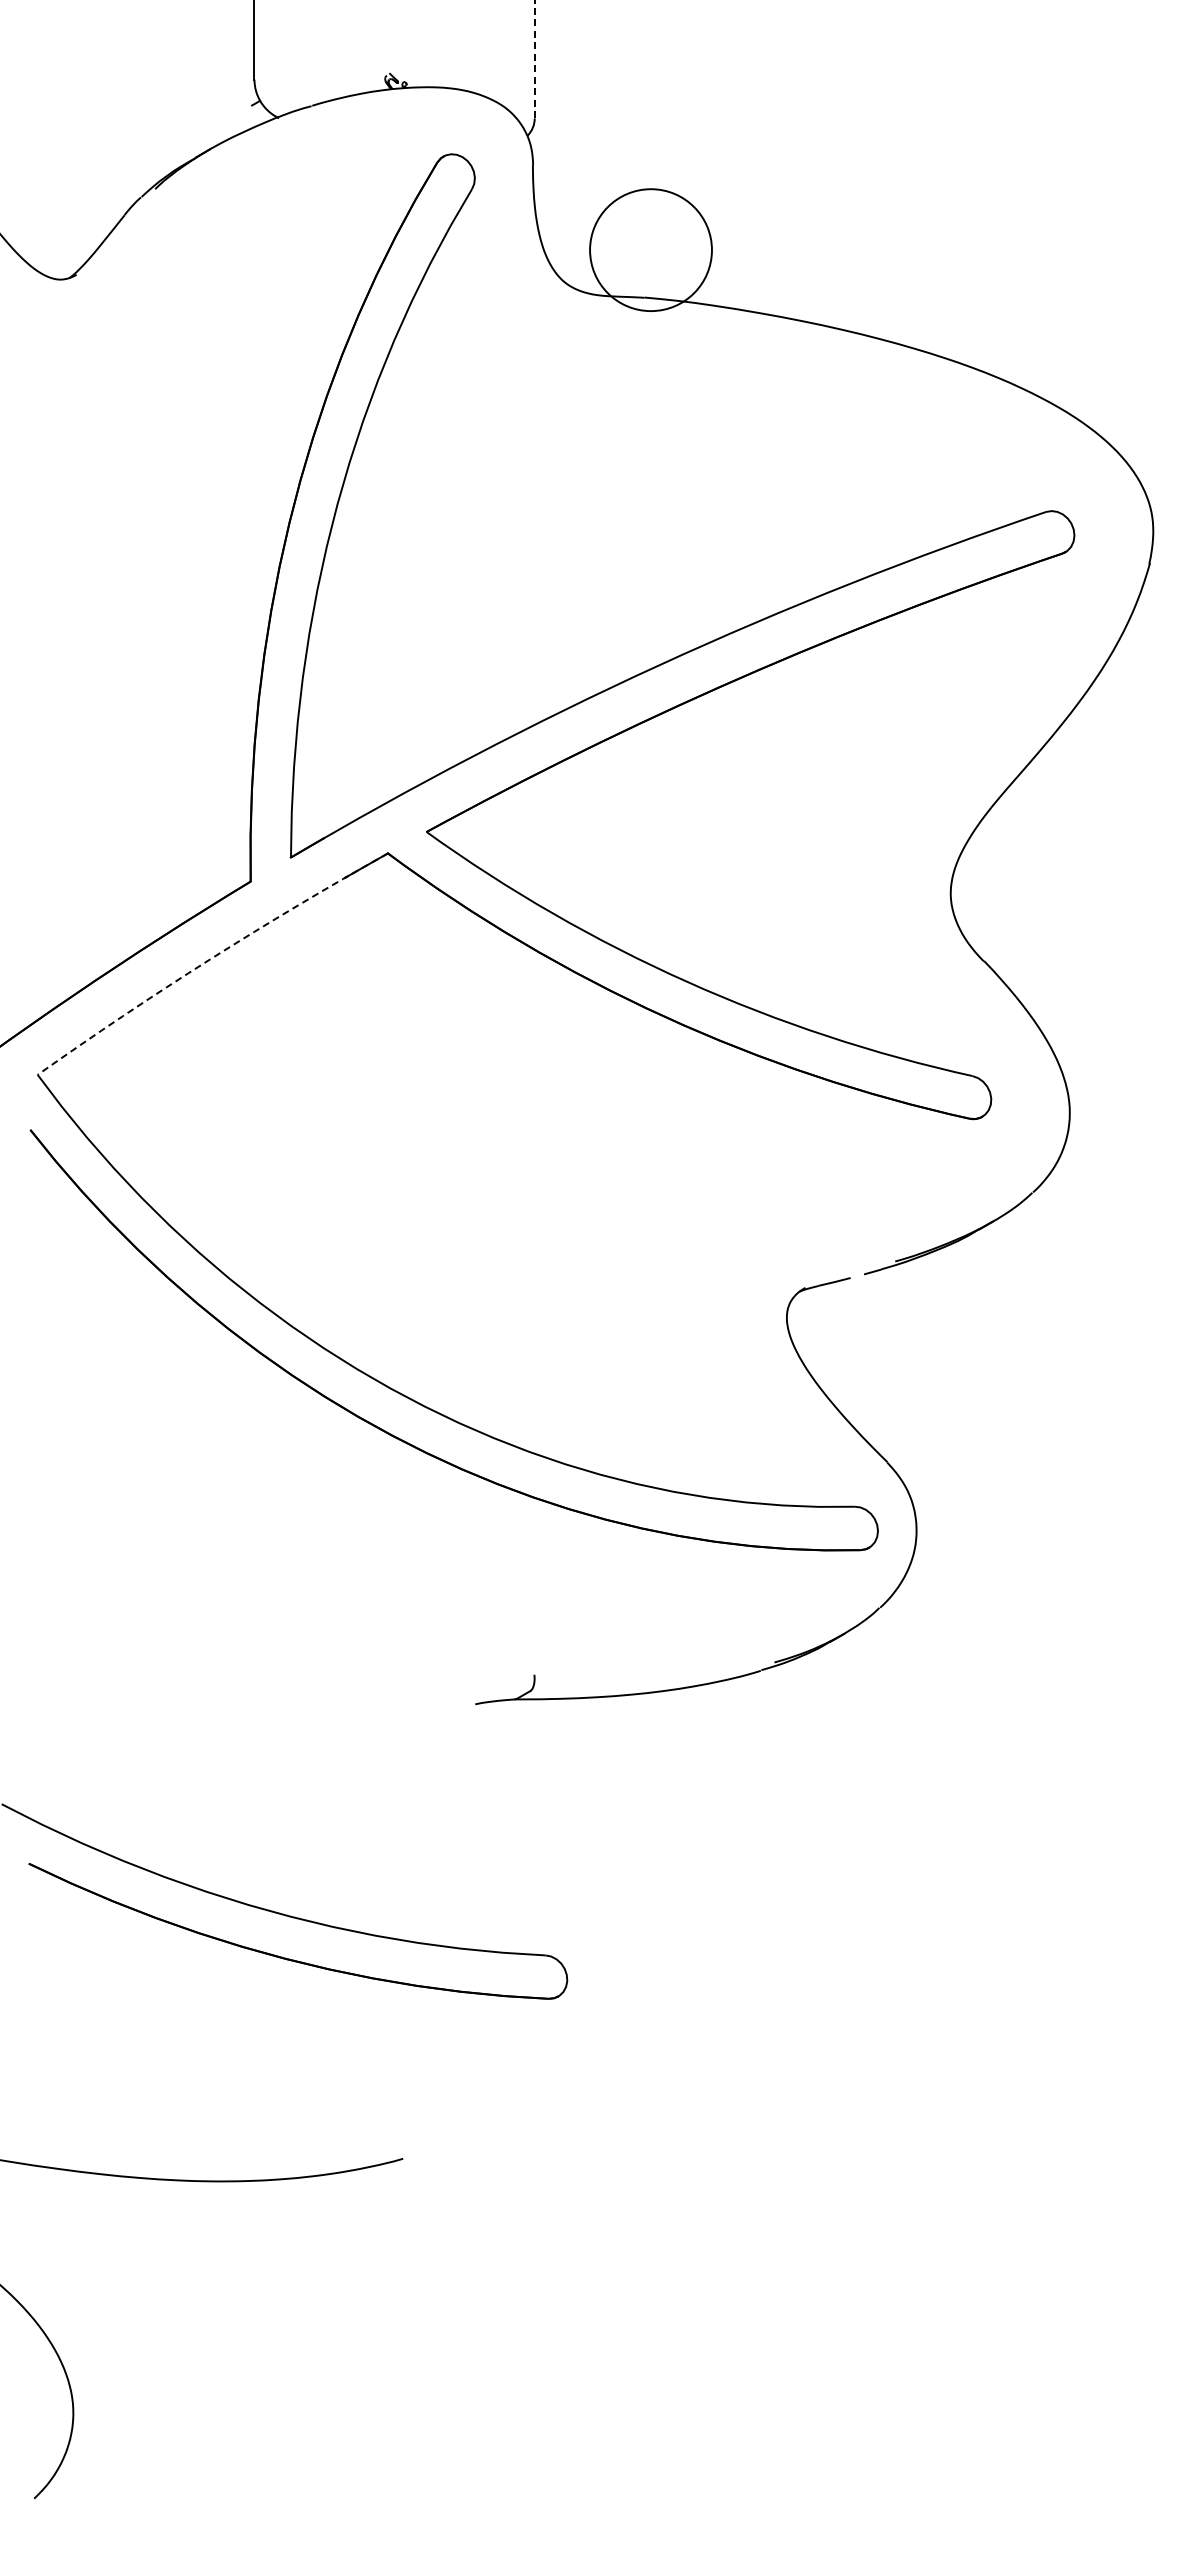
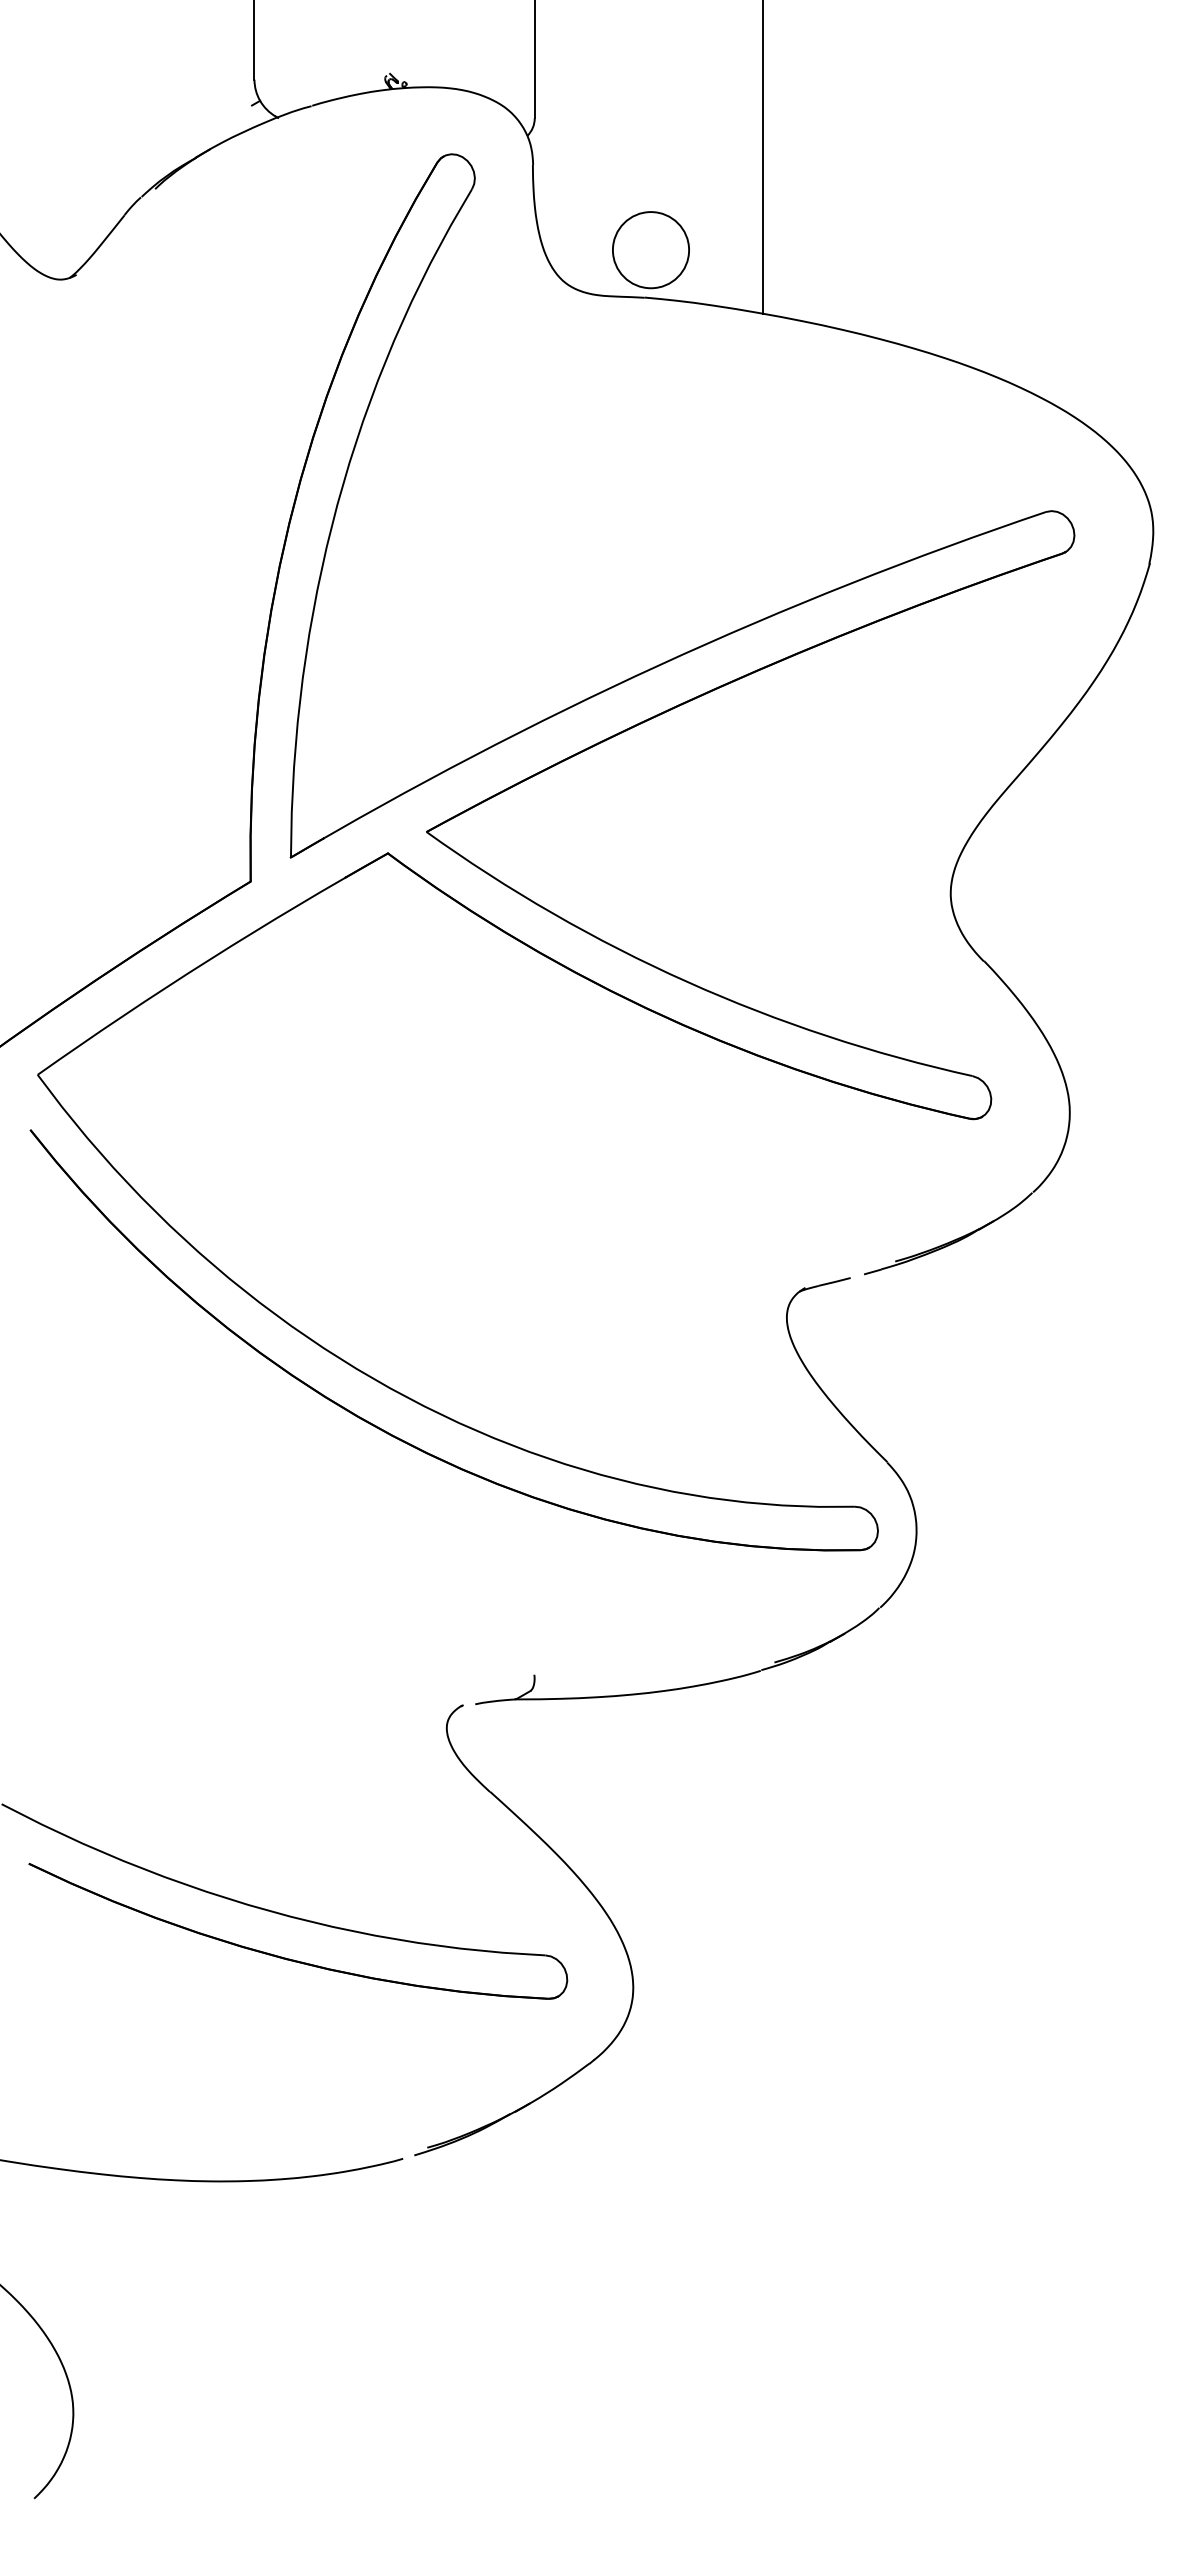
line at (534, 59): dashed -> solid
line at (763, 157): none -> present
circle at (650, 250) diameter: 122 px -> 76 px
arc at (209, 959): dashed -> solid
part at (583, 1885): none -> present
